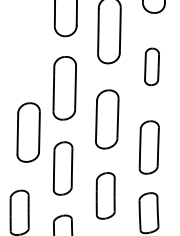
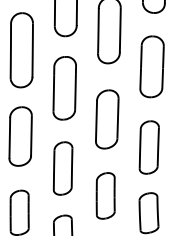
part at (21, 50): none -> present
part at (151, 66) size: 16x40 px -> 26x64 px
part at (28, 132) position: (28, 132) -> (20, 136)
